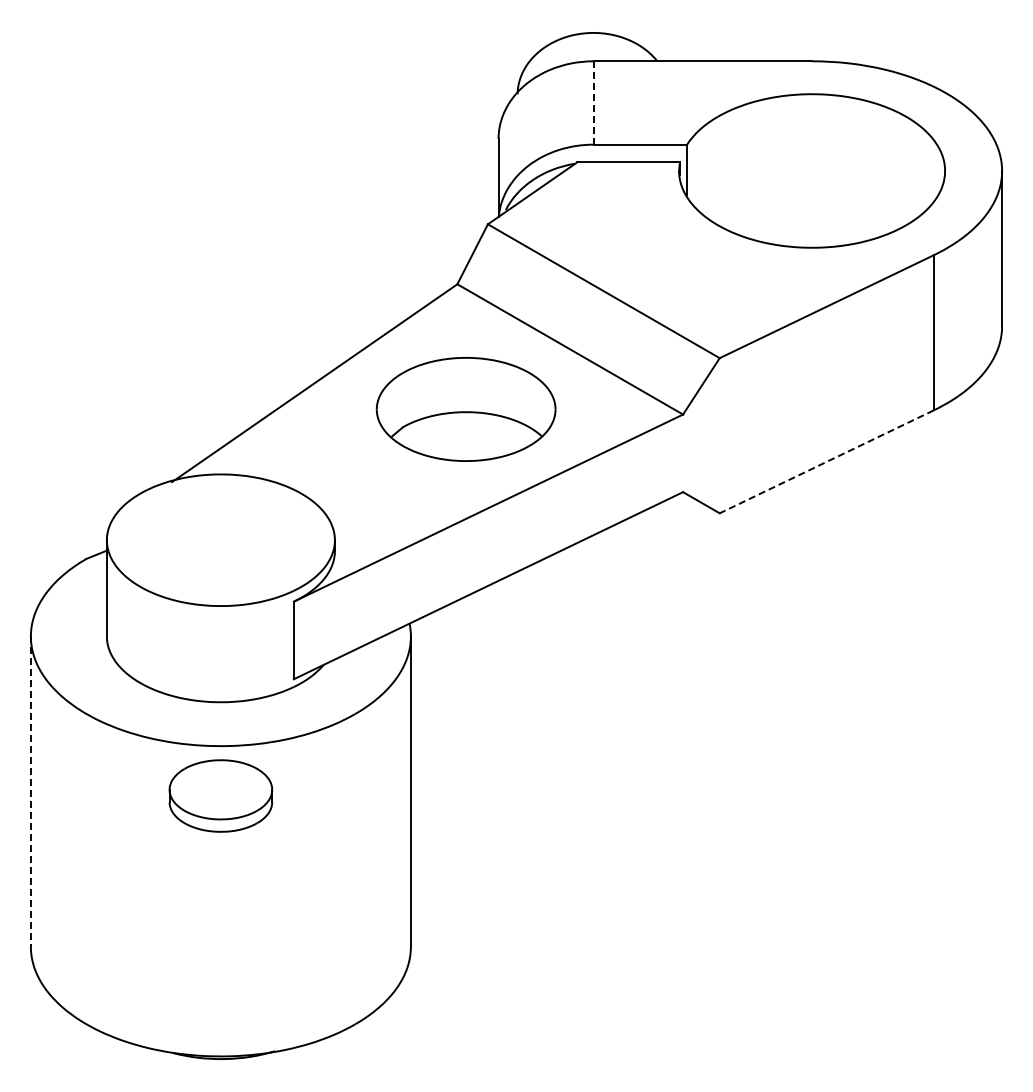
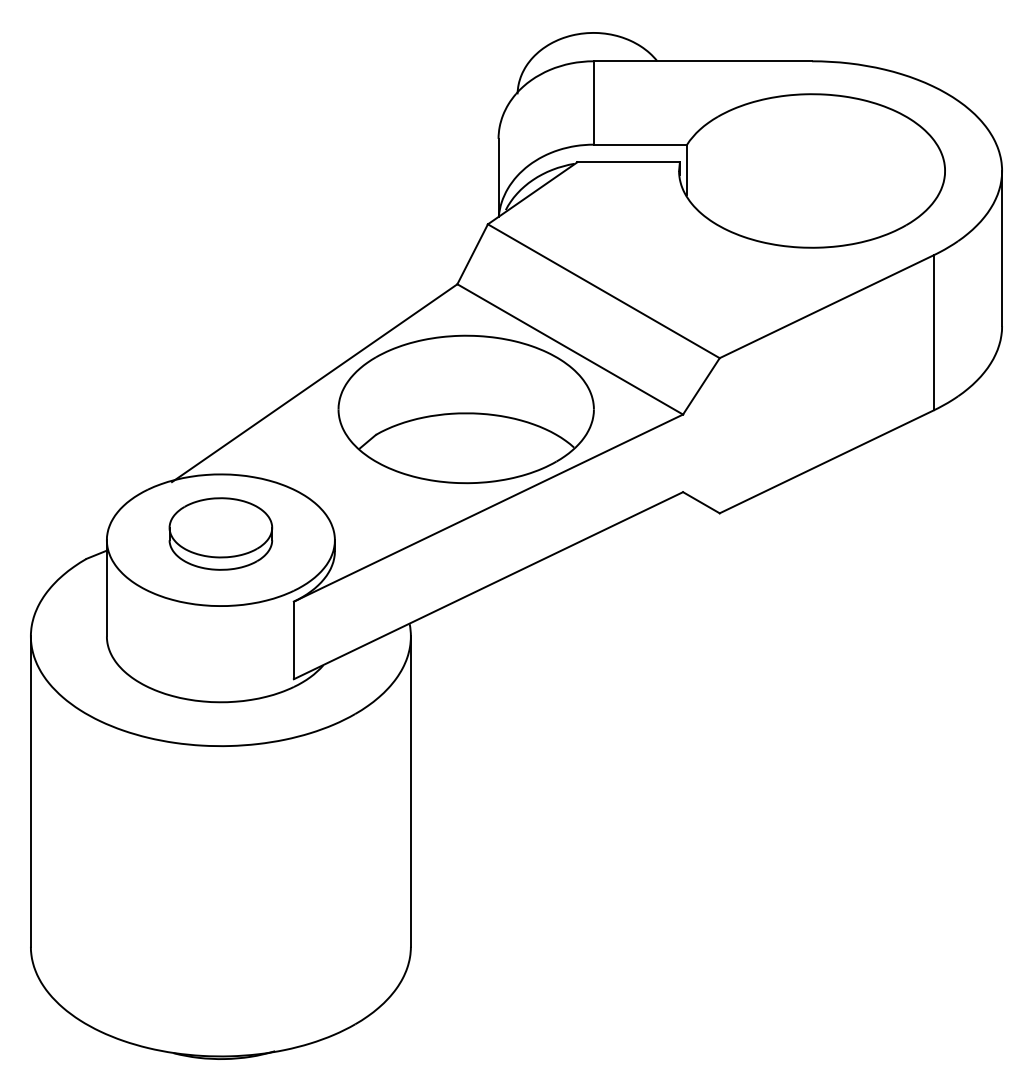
line at (593, 102): dashed -> solid
part at (465, 409) size: 182x105 px -> 258x151 px
line at (826, 461): dashed -> solid
line at (30, 792): dashed -> solid
part at (220, 795) position: (220, 795) -> (220, 533)
